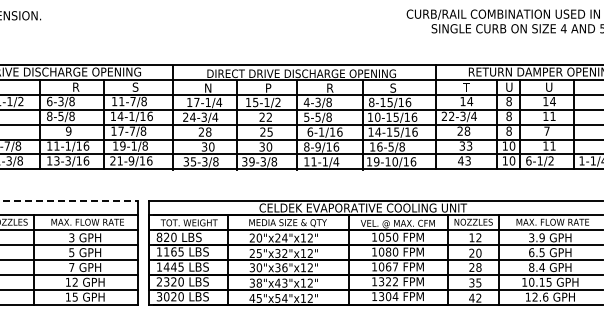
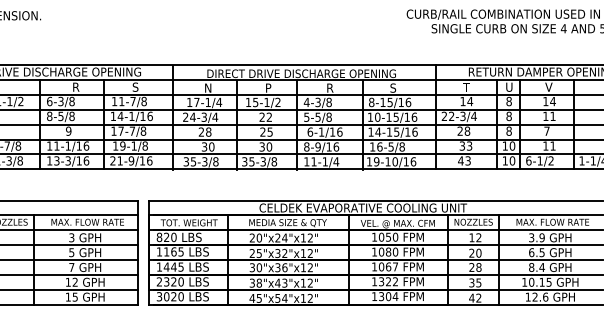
text at (548, 86): U -> V
text at (251, 161): 39-3/8 -> 35-3/8
line at (69, 200): dashed -> solid
